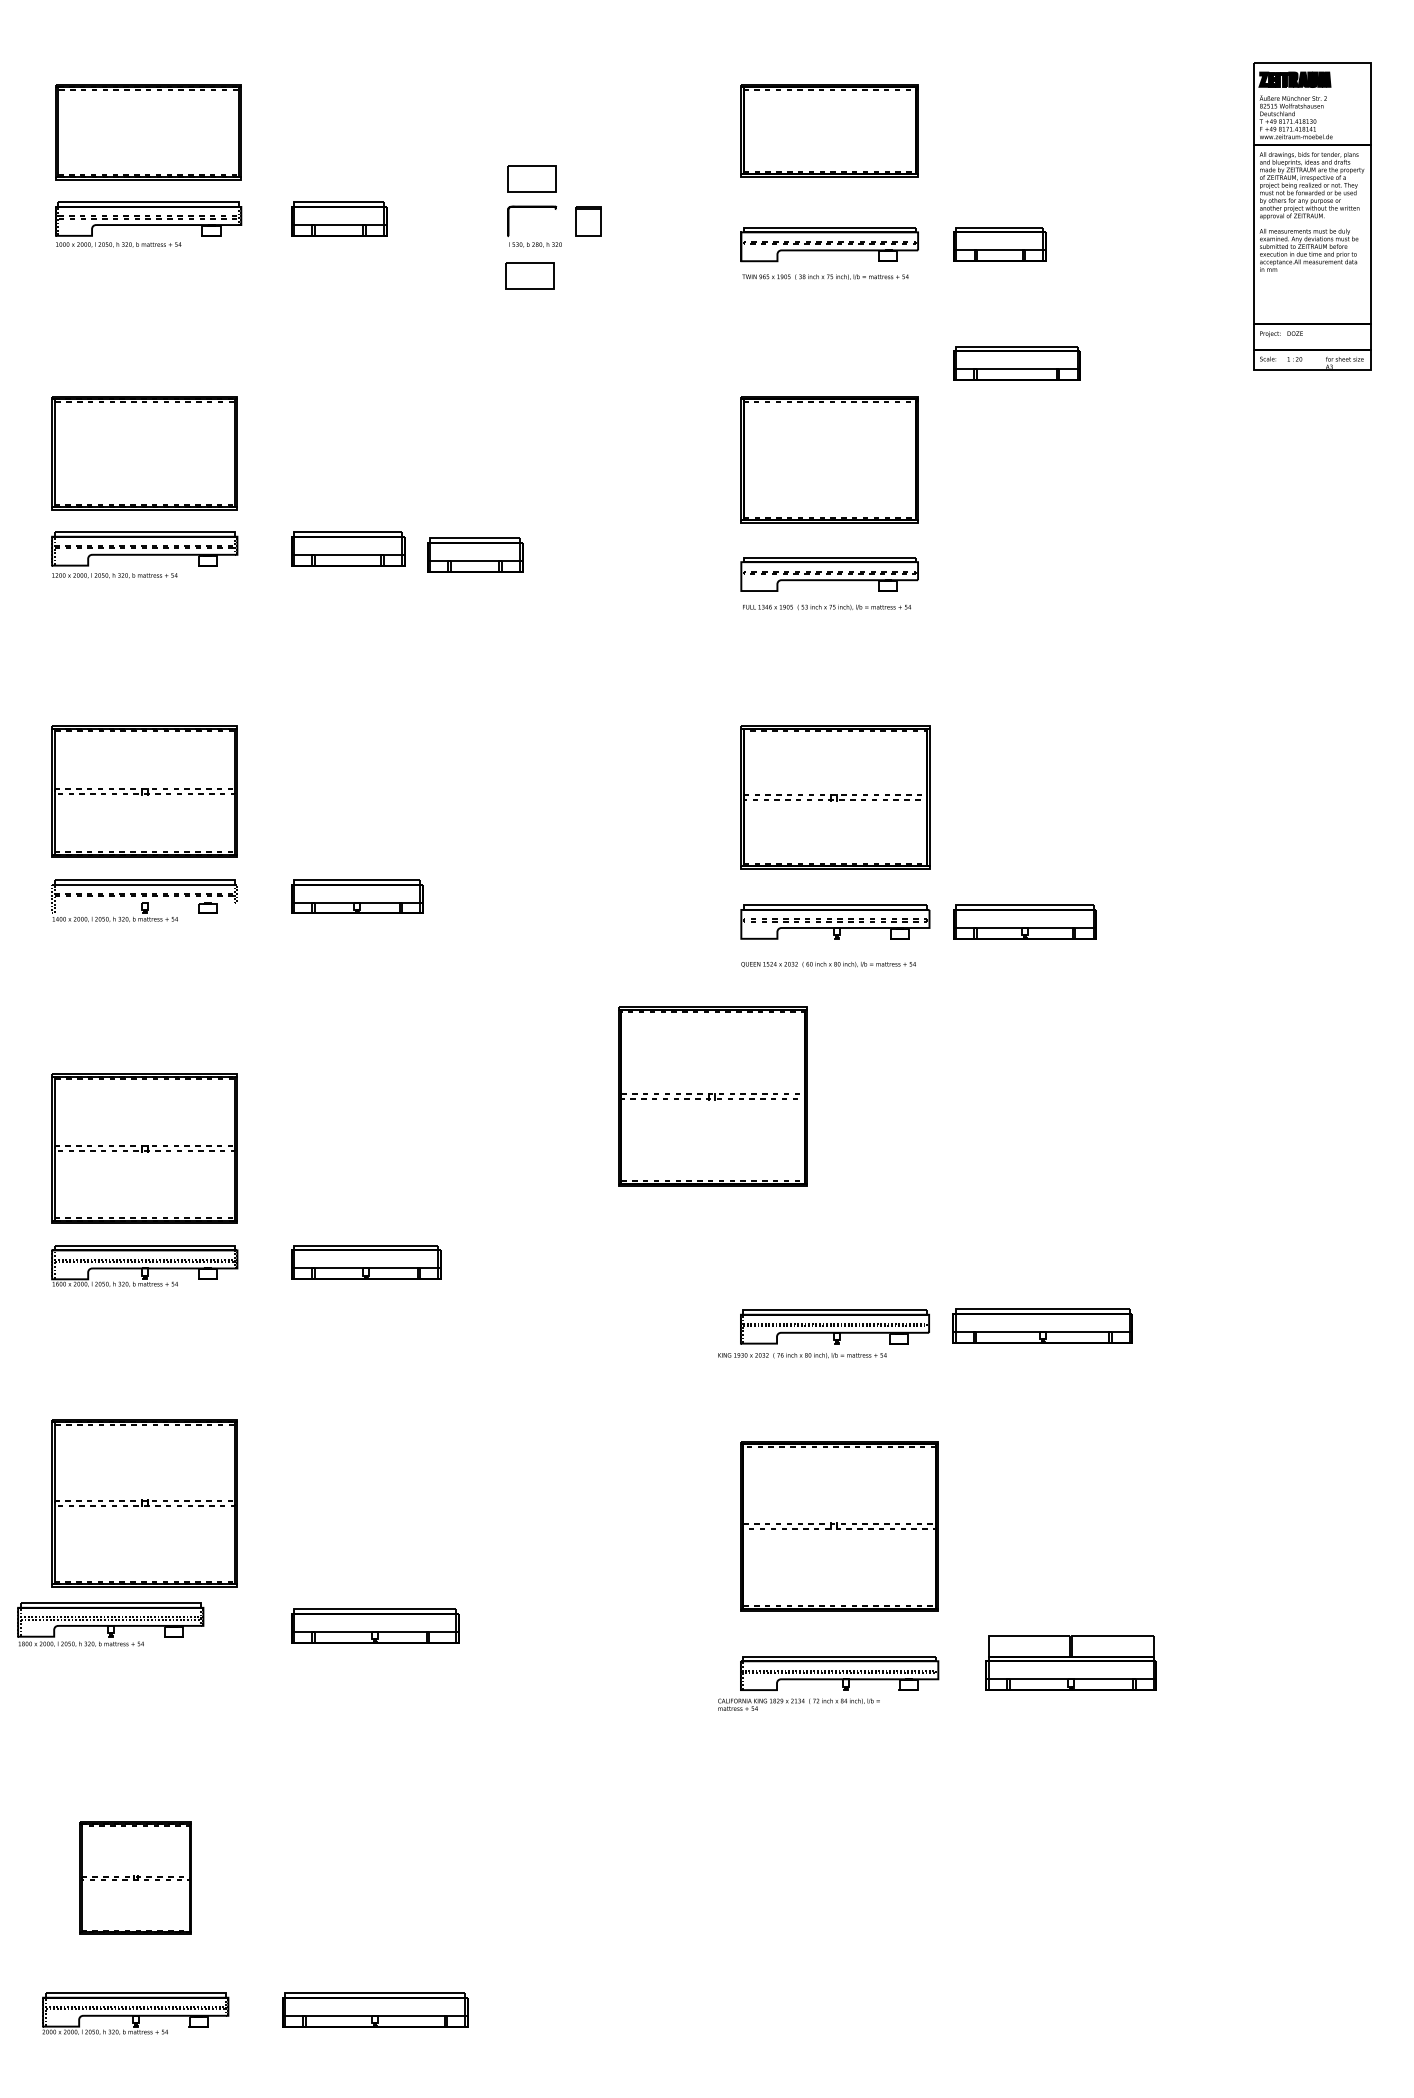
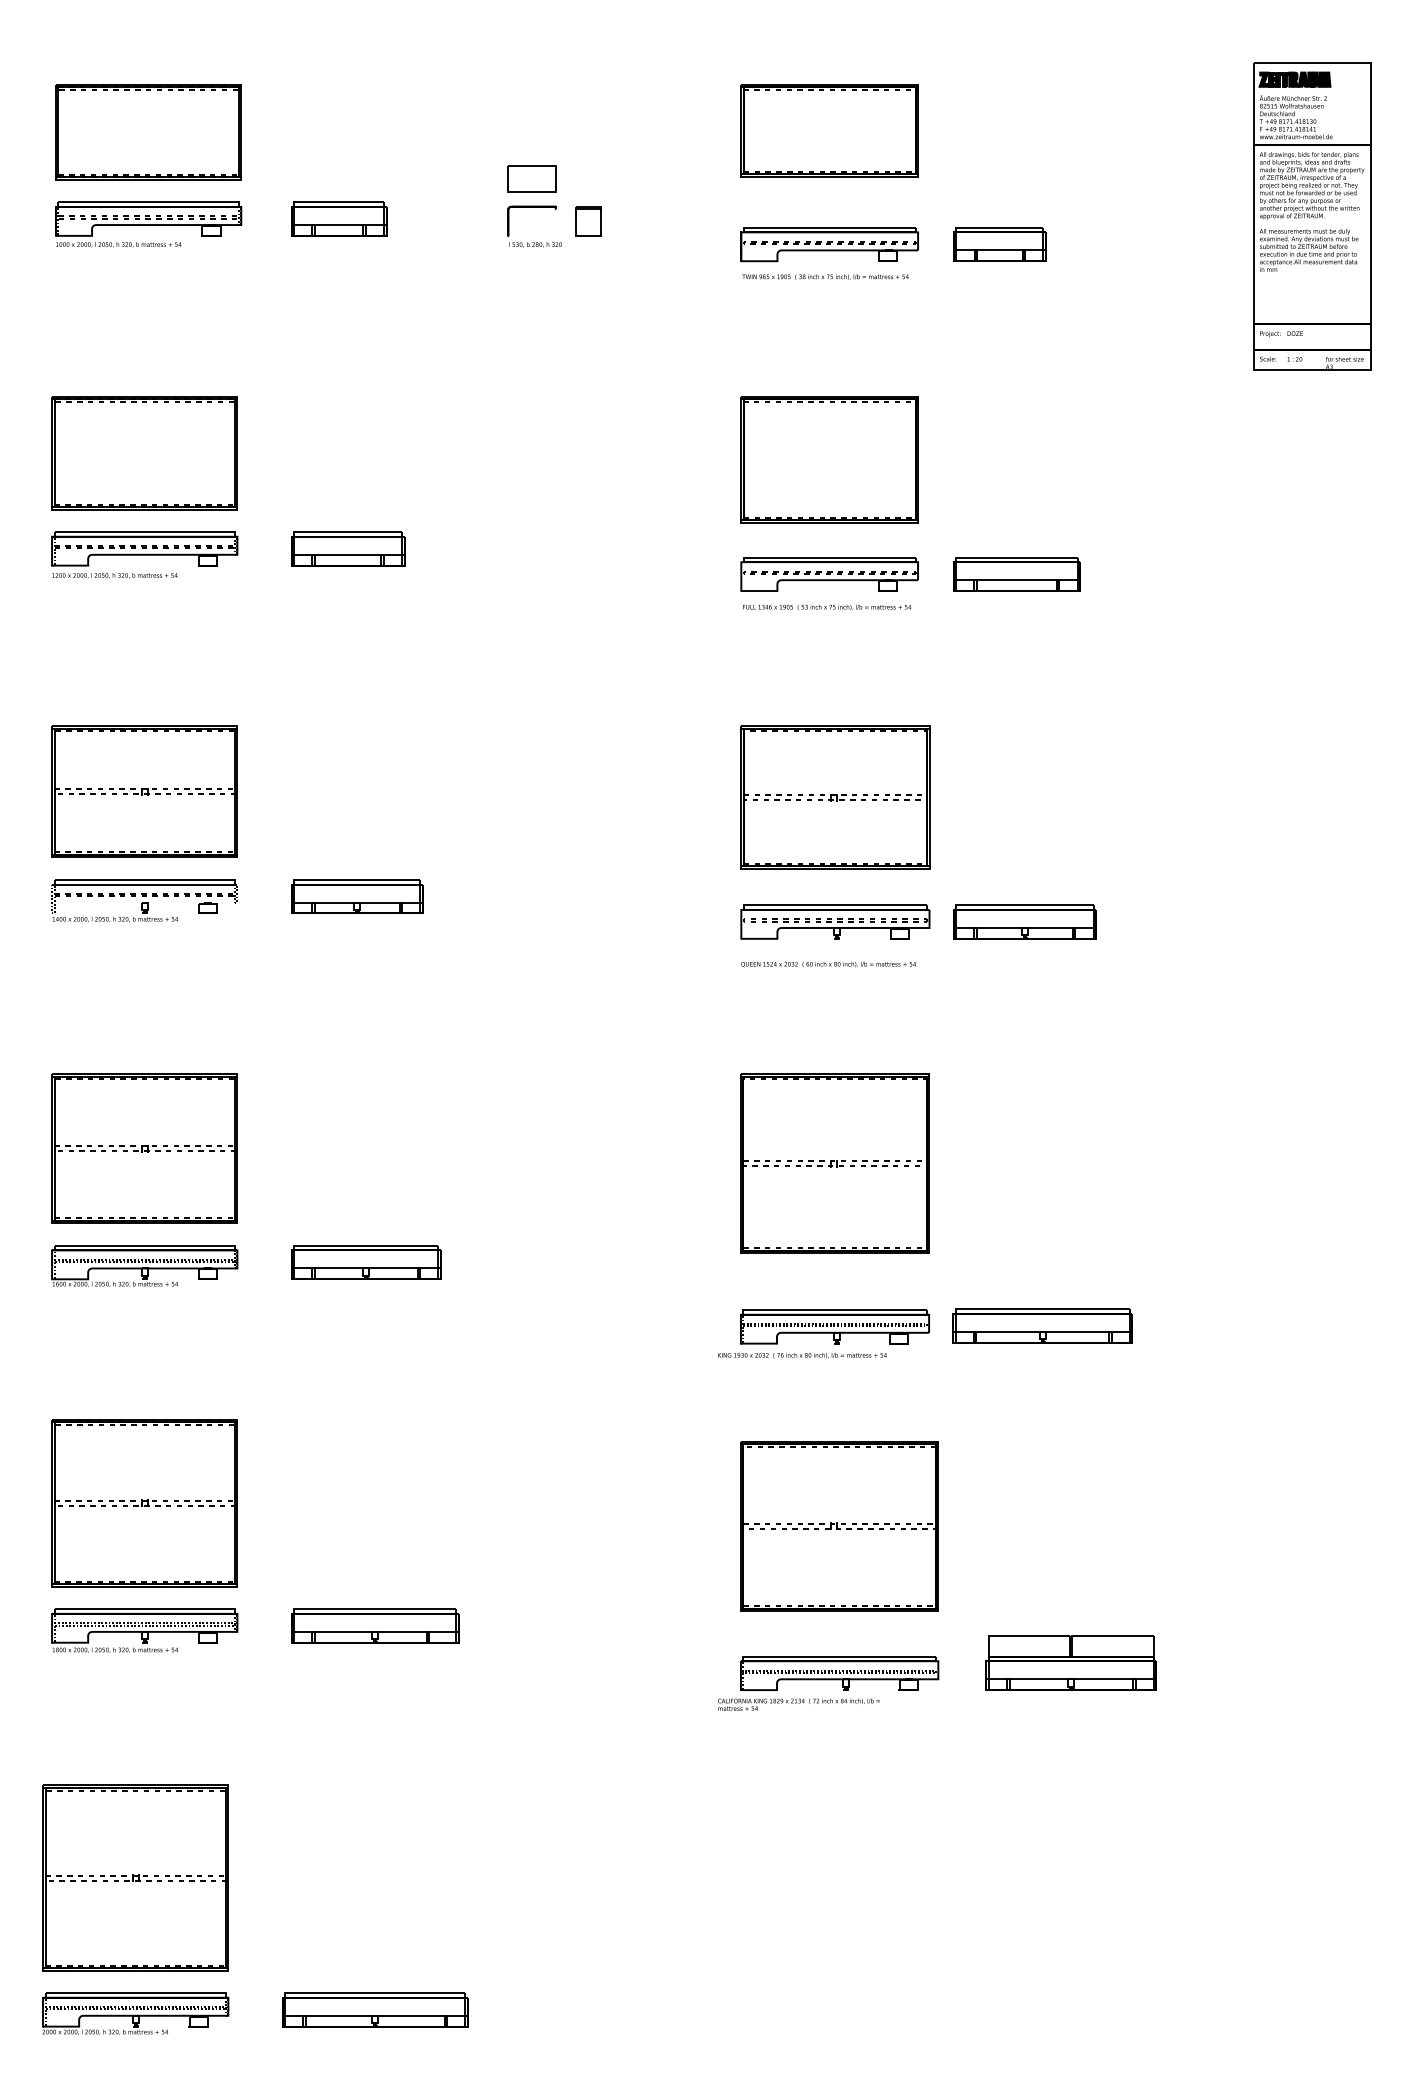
part at (529, 275): present -> none
part at (1016, 363) position: (1016, 363) -> (1016, 574)
part at (475, 554): present -> none
part at (712, 1096) position: (712, 1096) -> (834, 1163)
part at (110, 1624) position: (110, 1624) -> (144, 1630)
part at (135, 1877) size: 113x114 px -> 187x188 px
